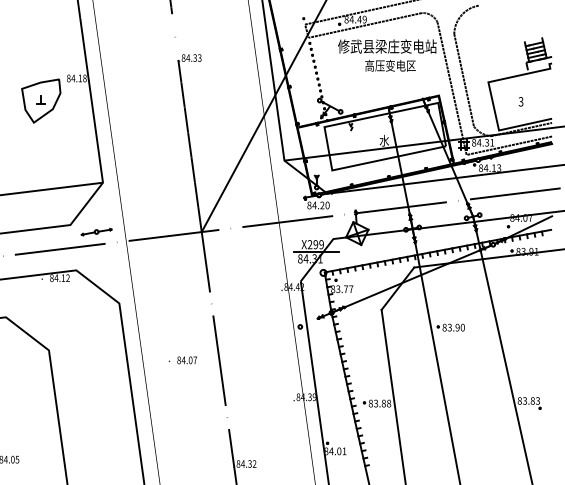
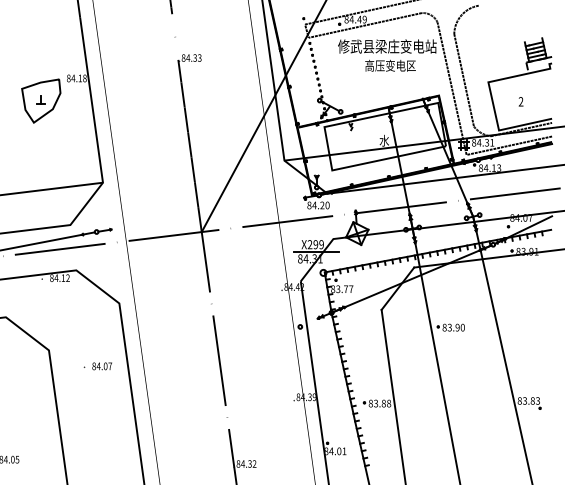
text at (520, 102): 3 -> 2
line at (41, 242): none -> present
text at (182, 360) position: (182, 360) -> (97, 366)
